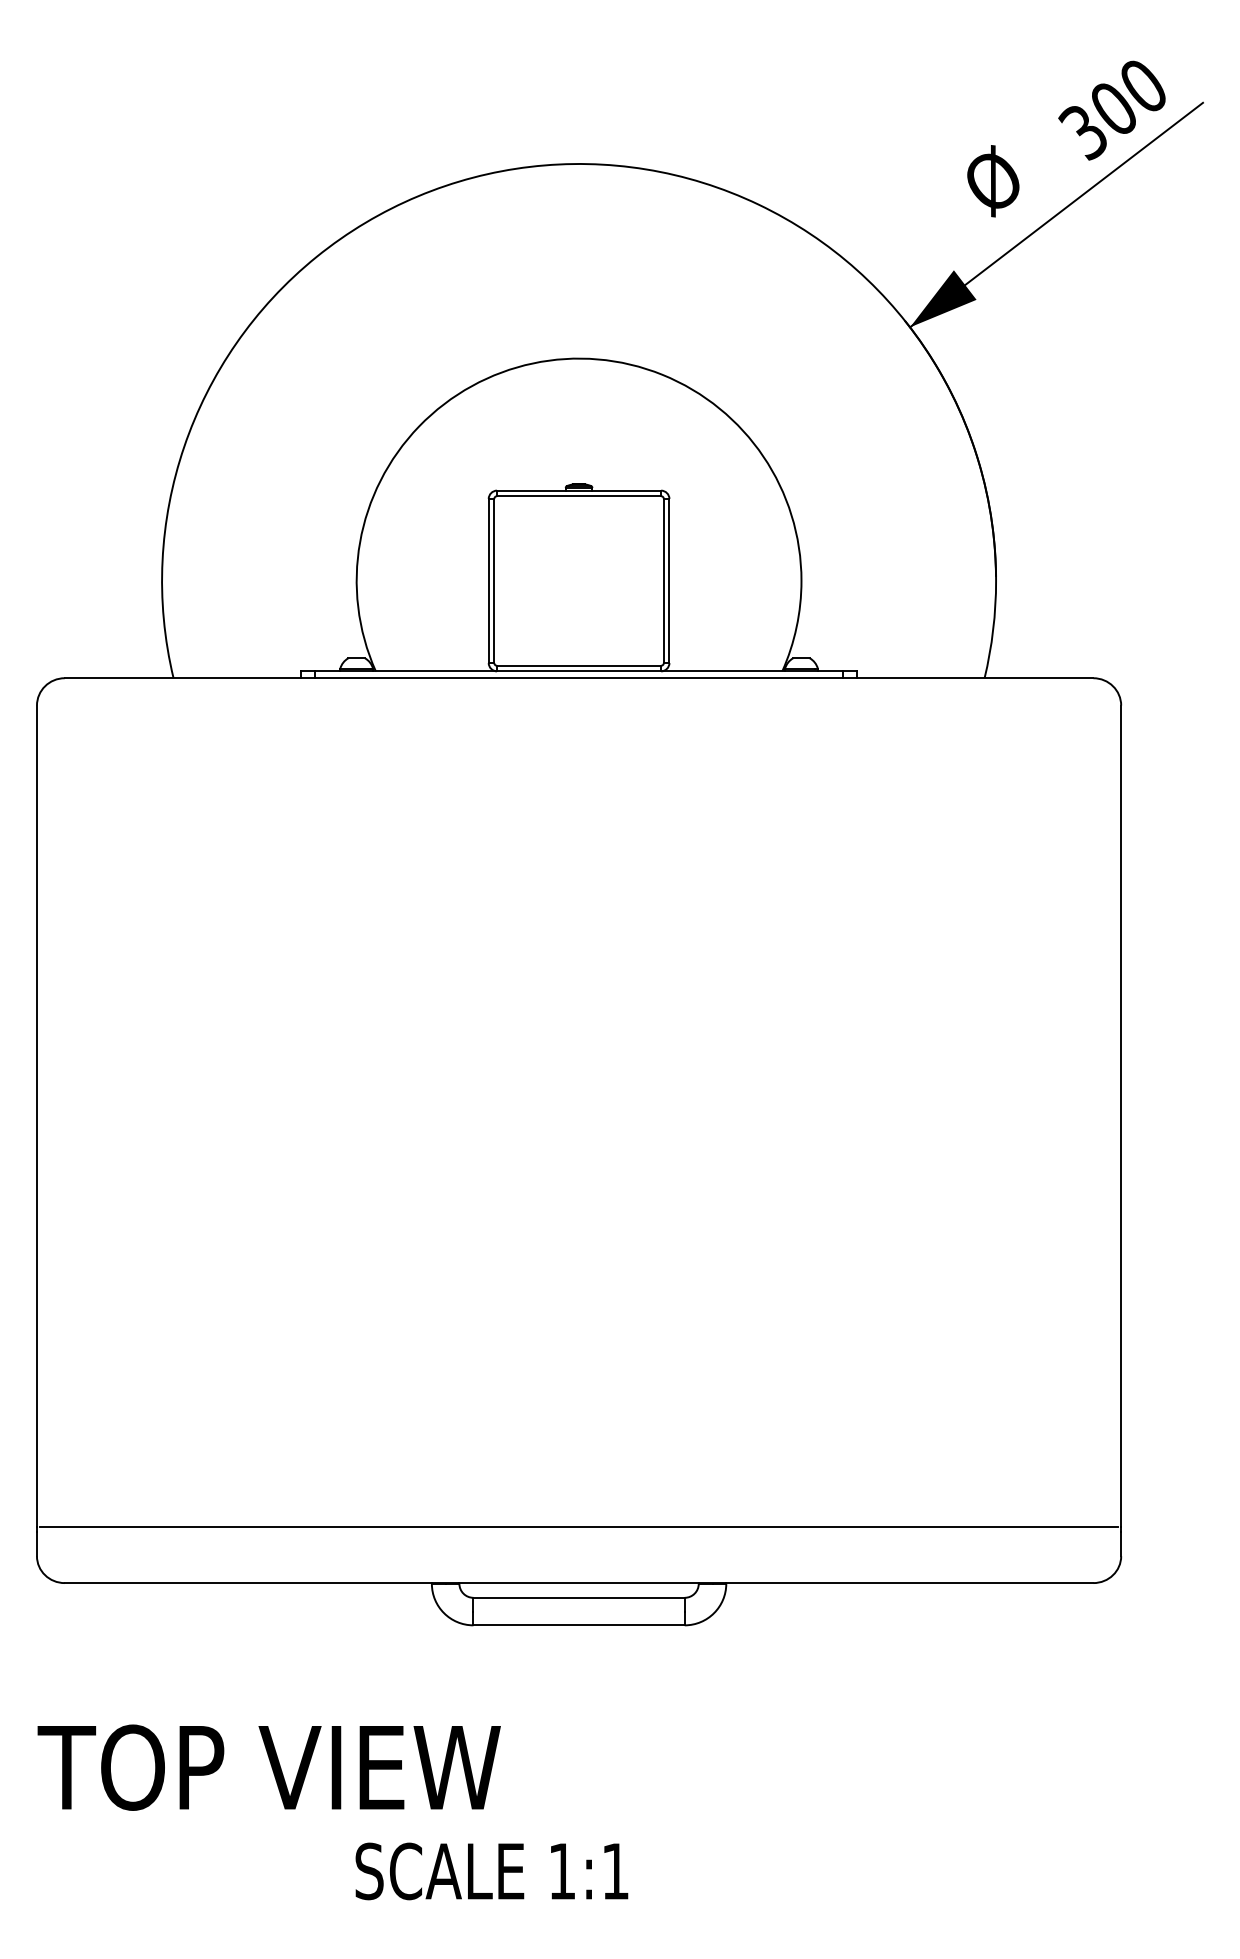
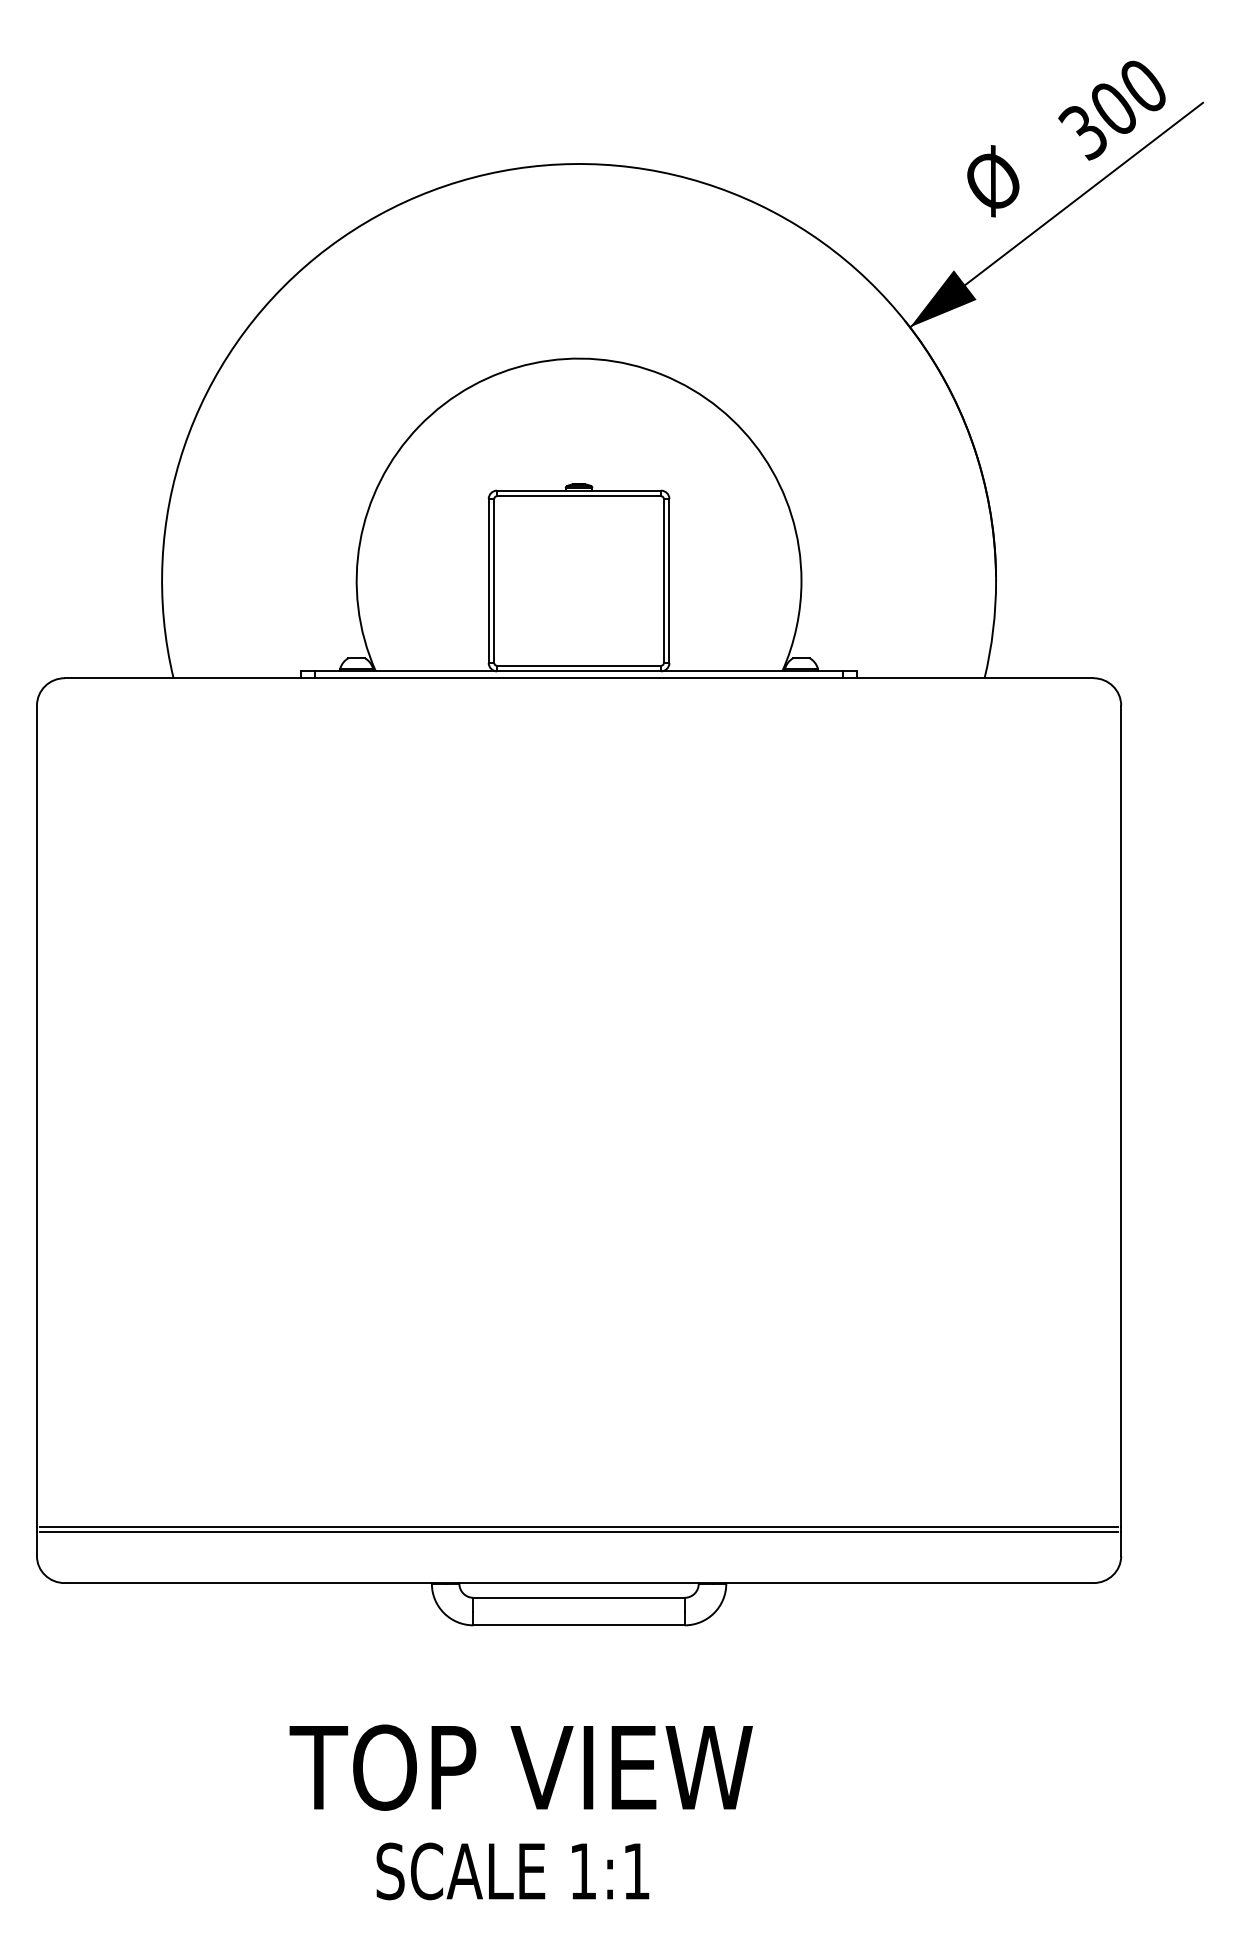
line at (578, 1531): none -> present
text at (268, 1767) position: (268, 1767) -> (520, 1767)
text at (491, 1871) position: (491, 1871) -> (512, 1871)
